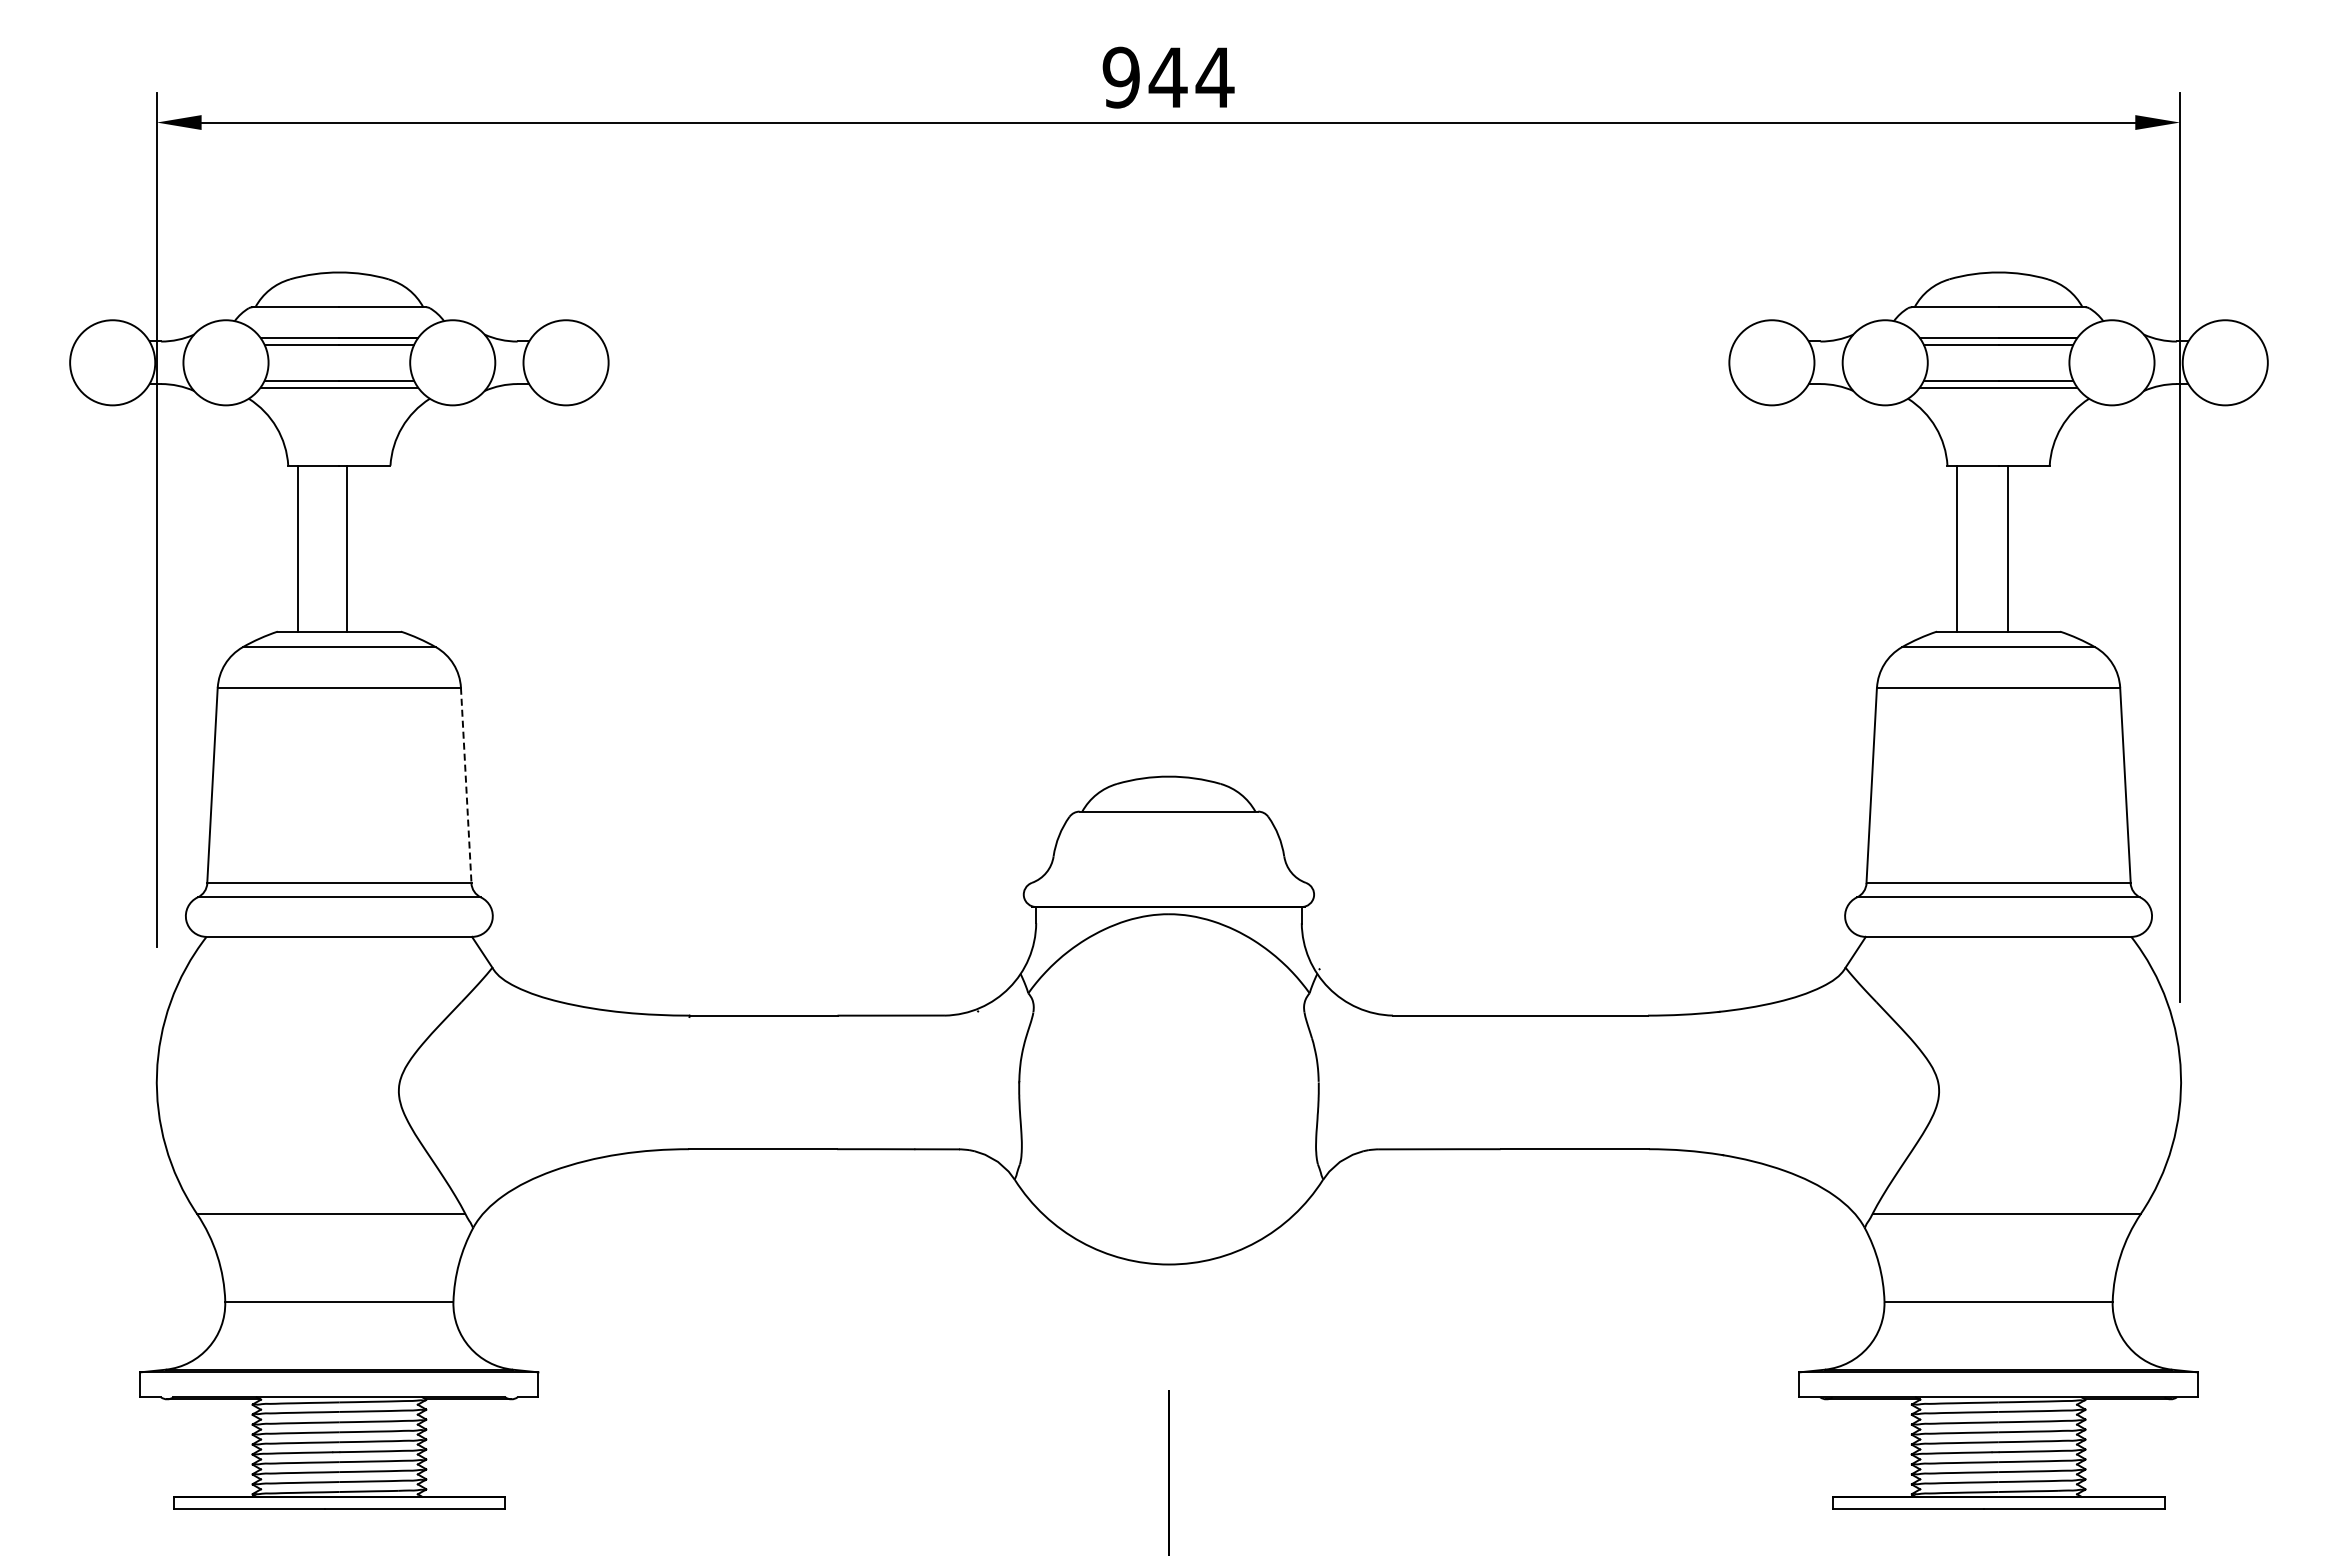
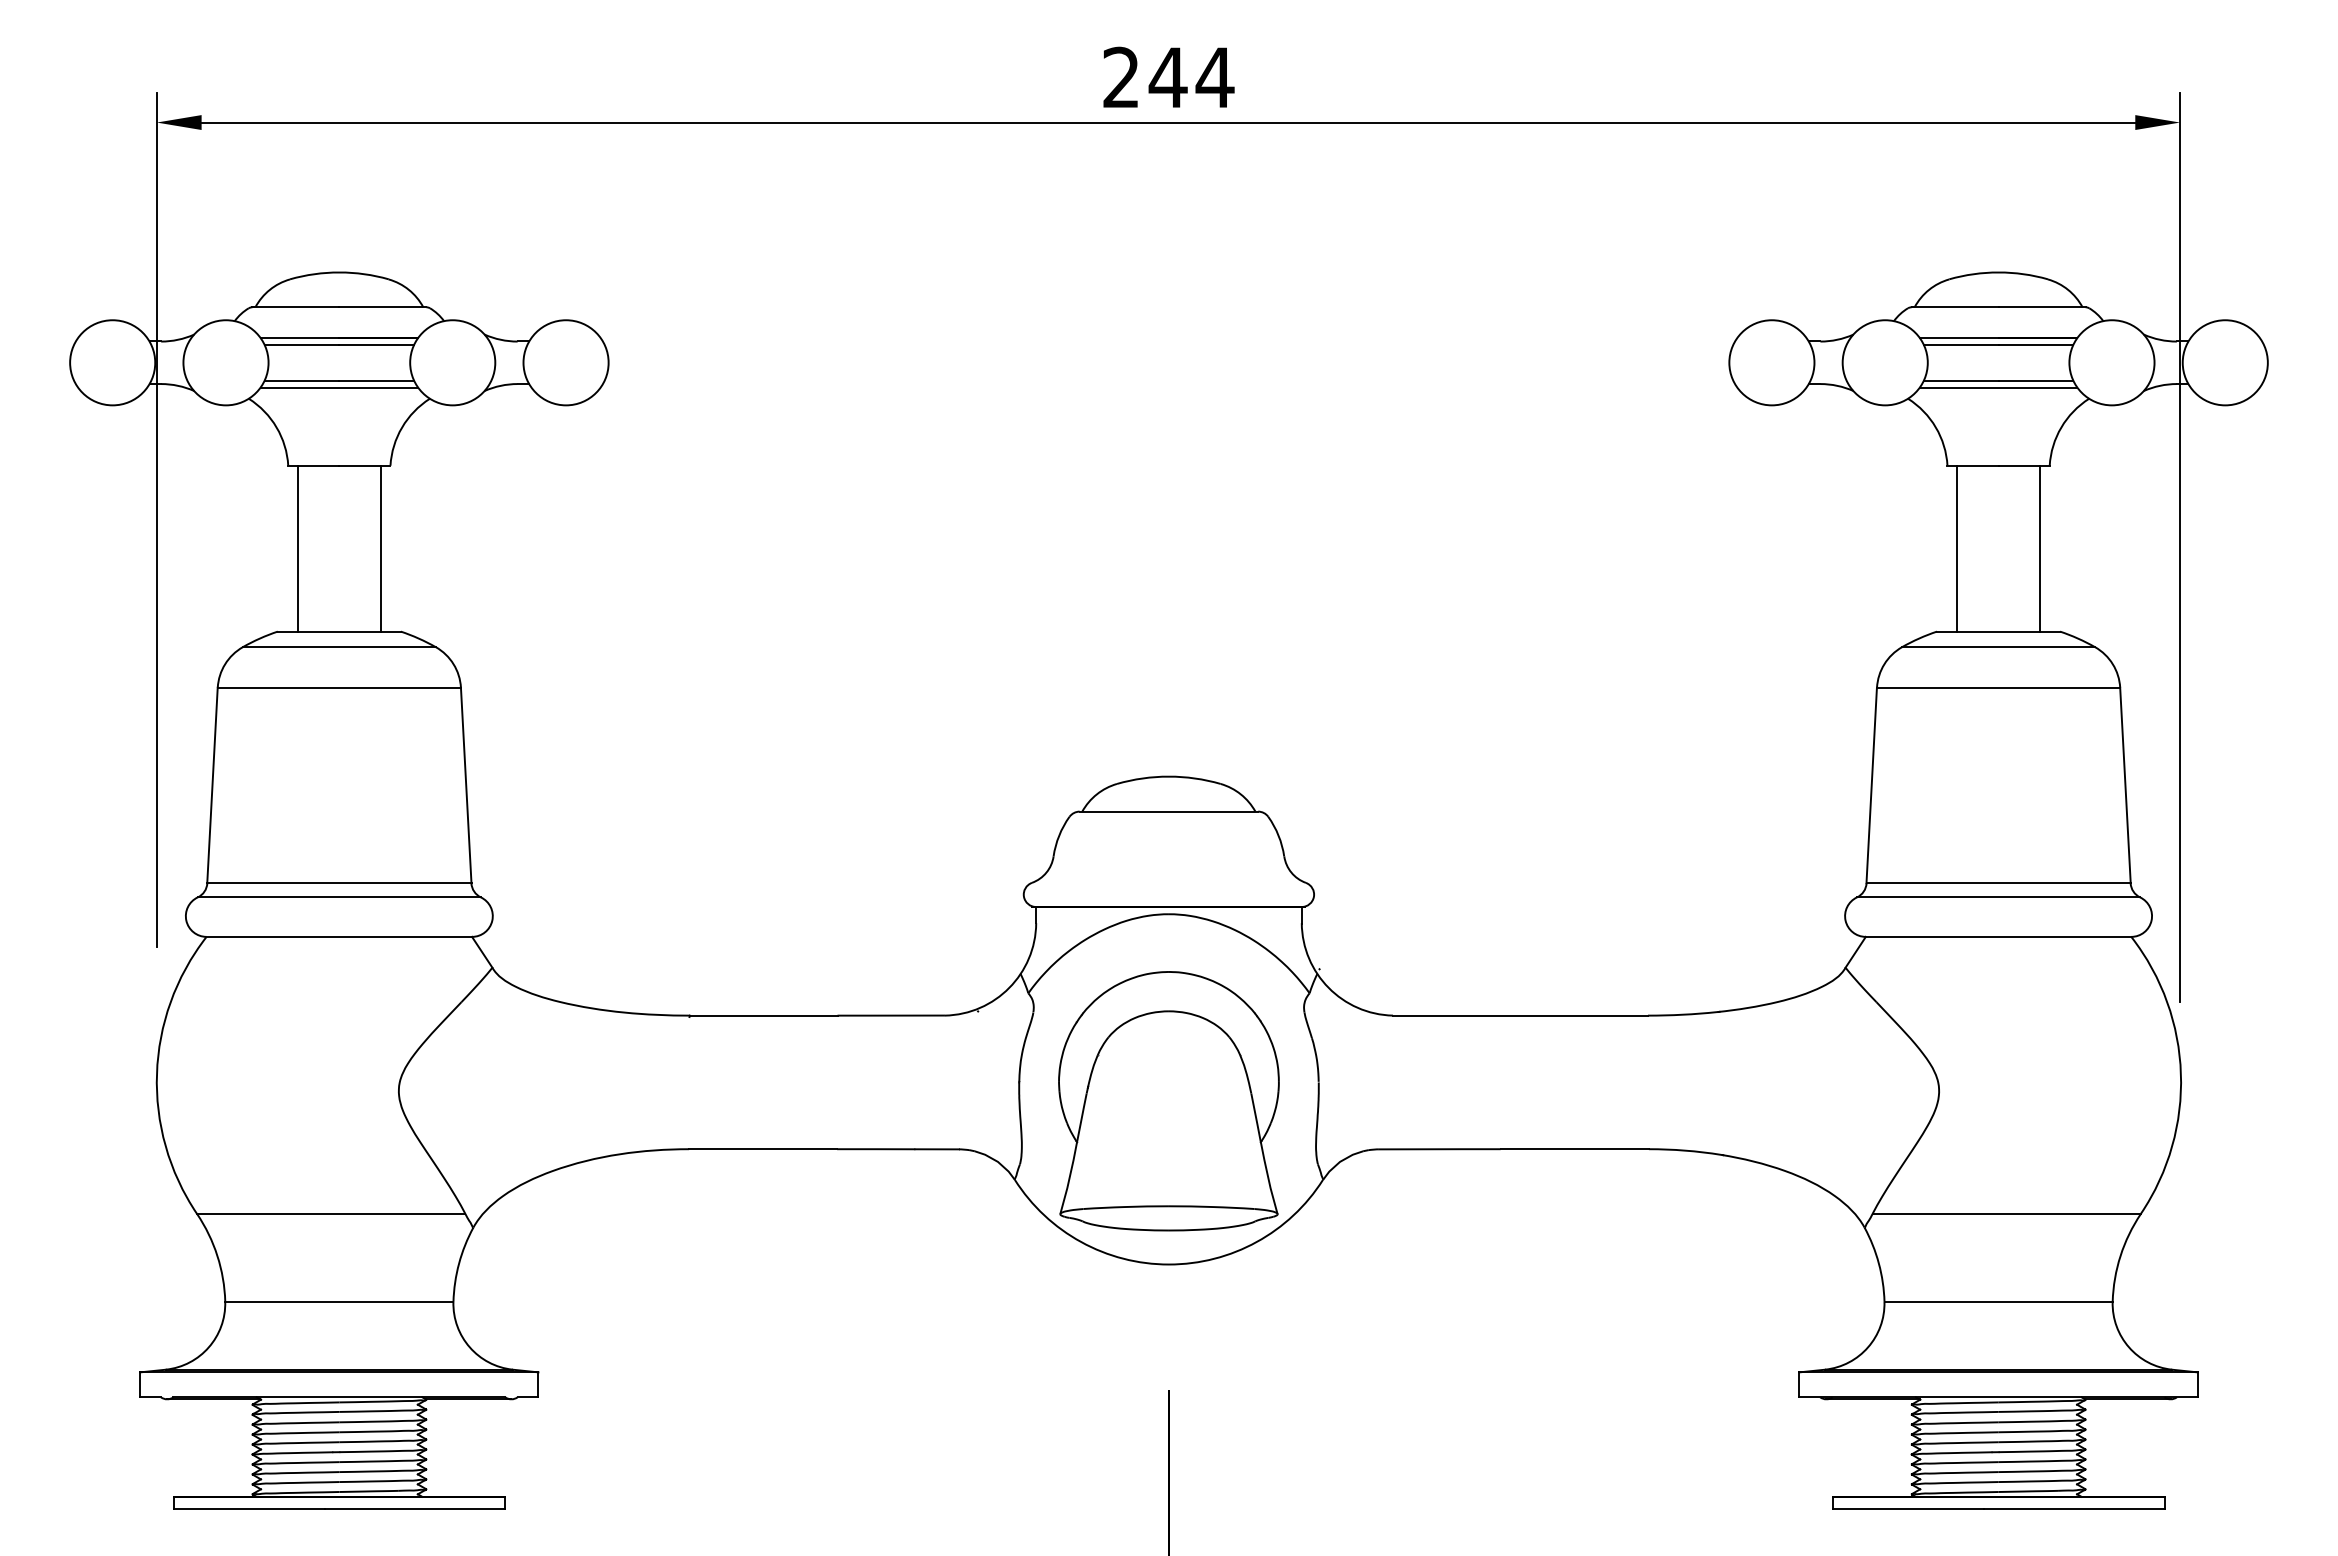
text at (1120, 77): 944 -> 244
line at (346, 548) position: (346, 548) -> (380, 548)
line at (2008, 548) position: (2008, 548) -> (2040, 548)
line at (466, 785): dashed -> solid
part at (1168, 1101): none -> present
